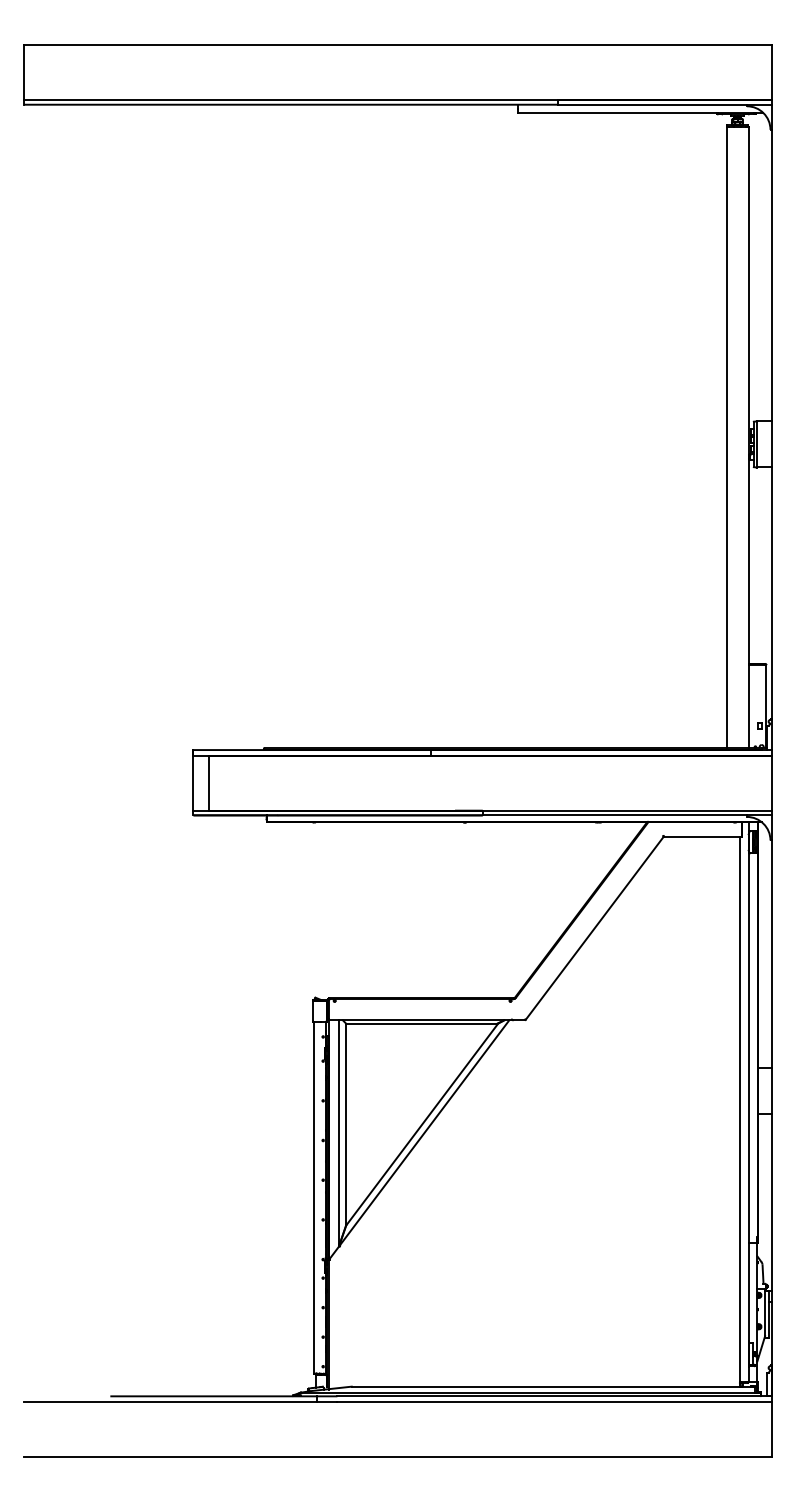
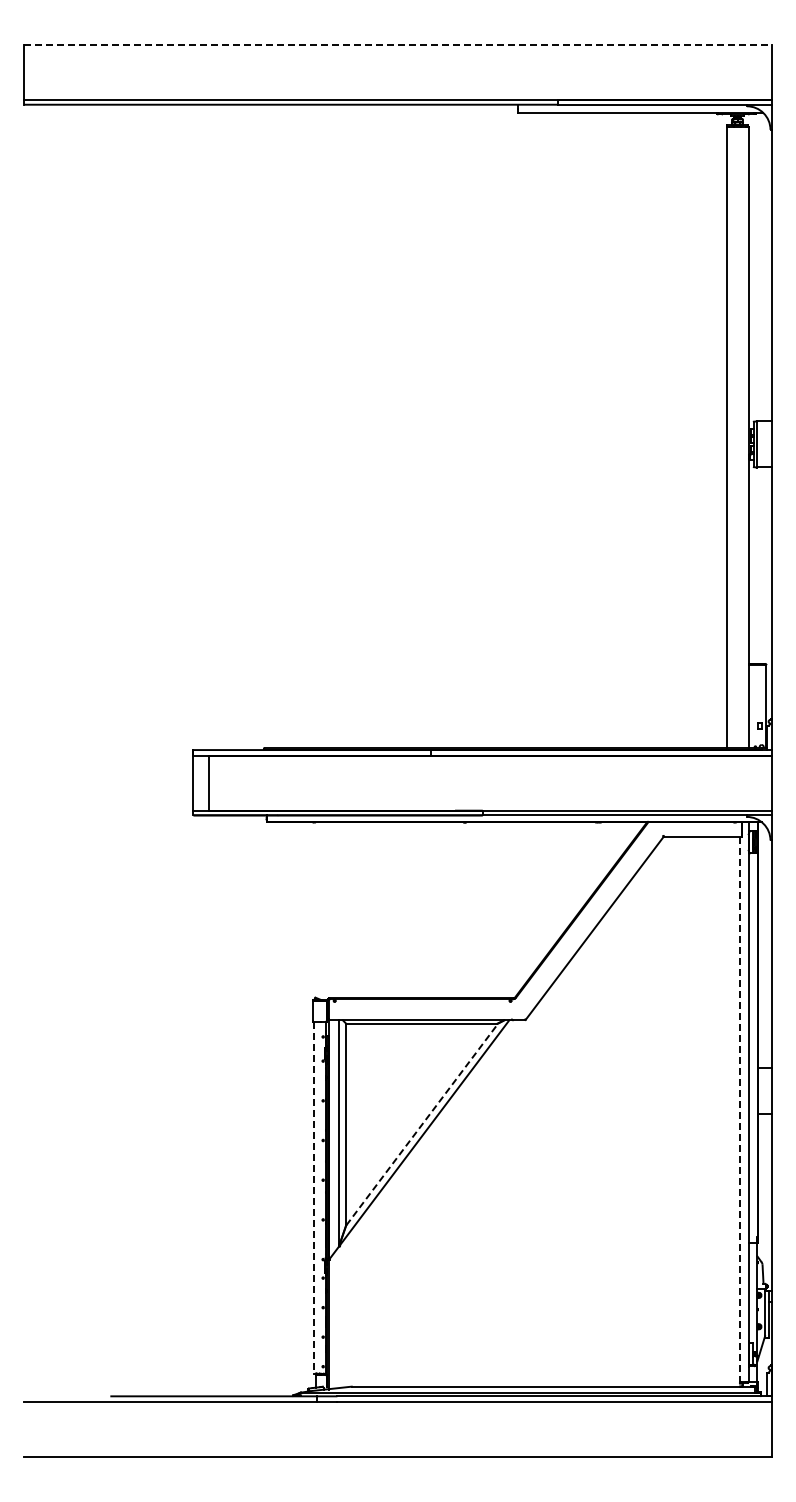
line at (398, 45): solid -> dashed
line at (739, 1111): solid -> dashed
line at (422, 1124): solid -> dashed
line at (314, 1197): solid -> dashed
